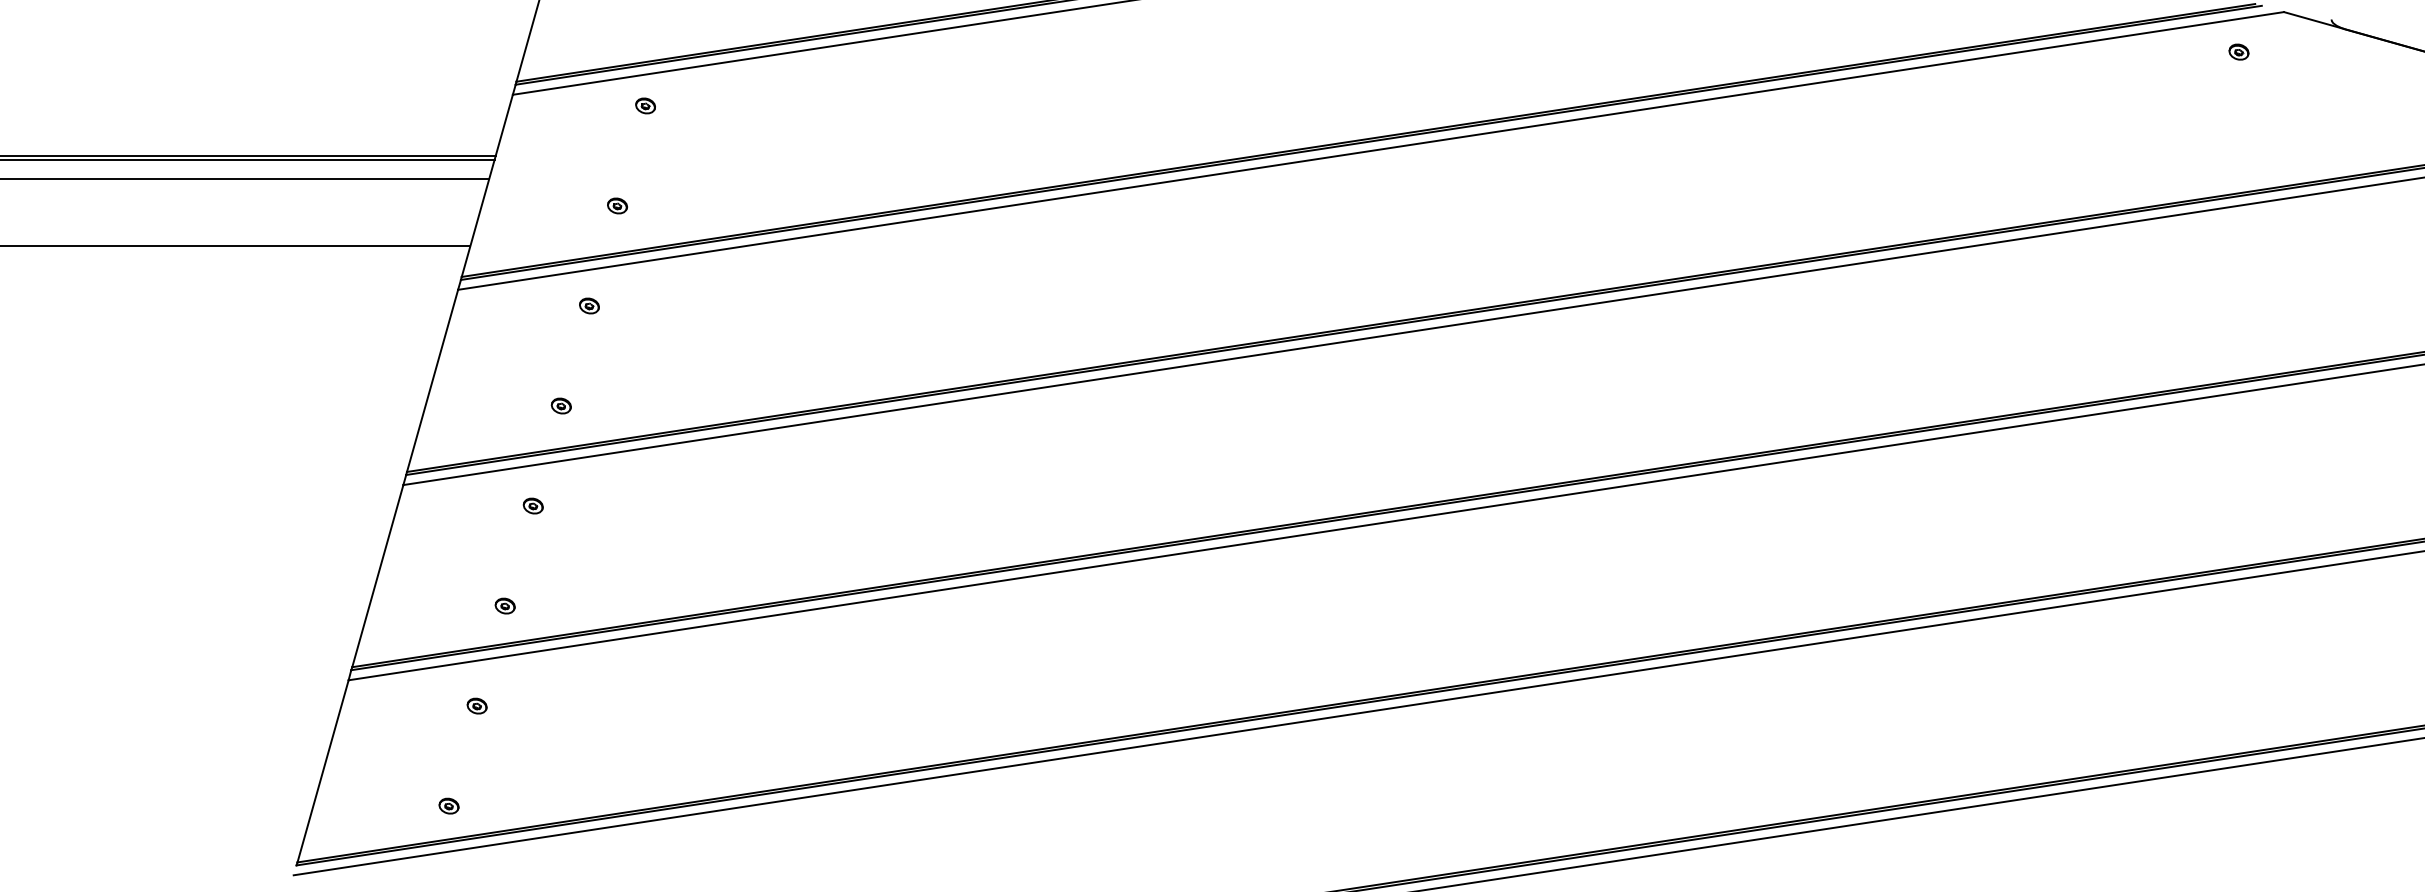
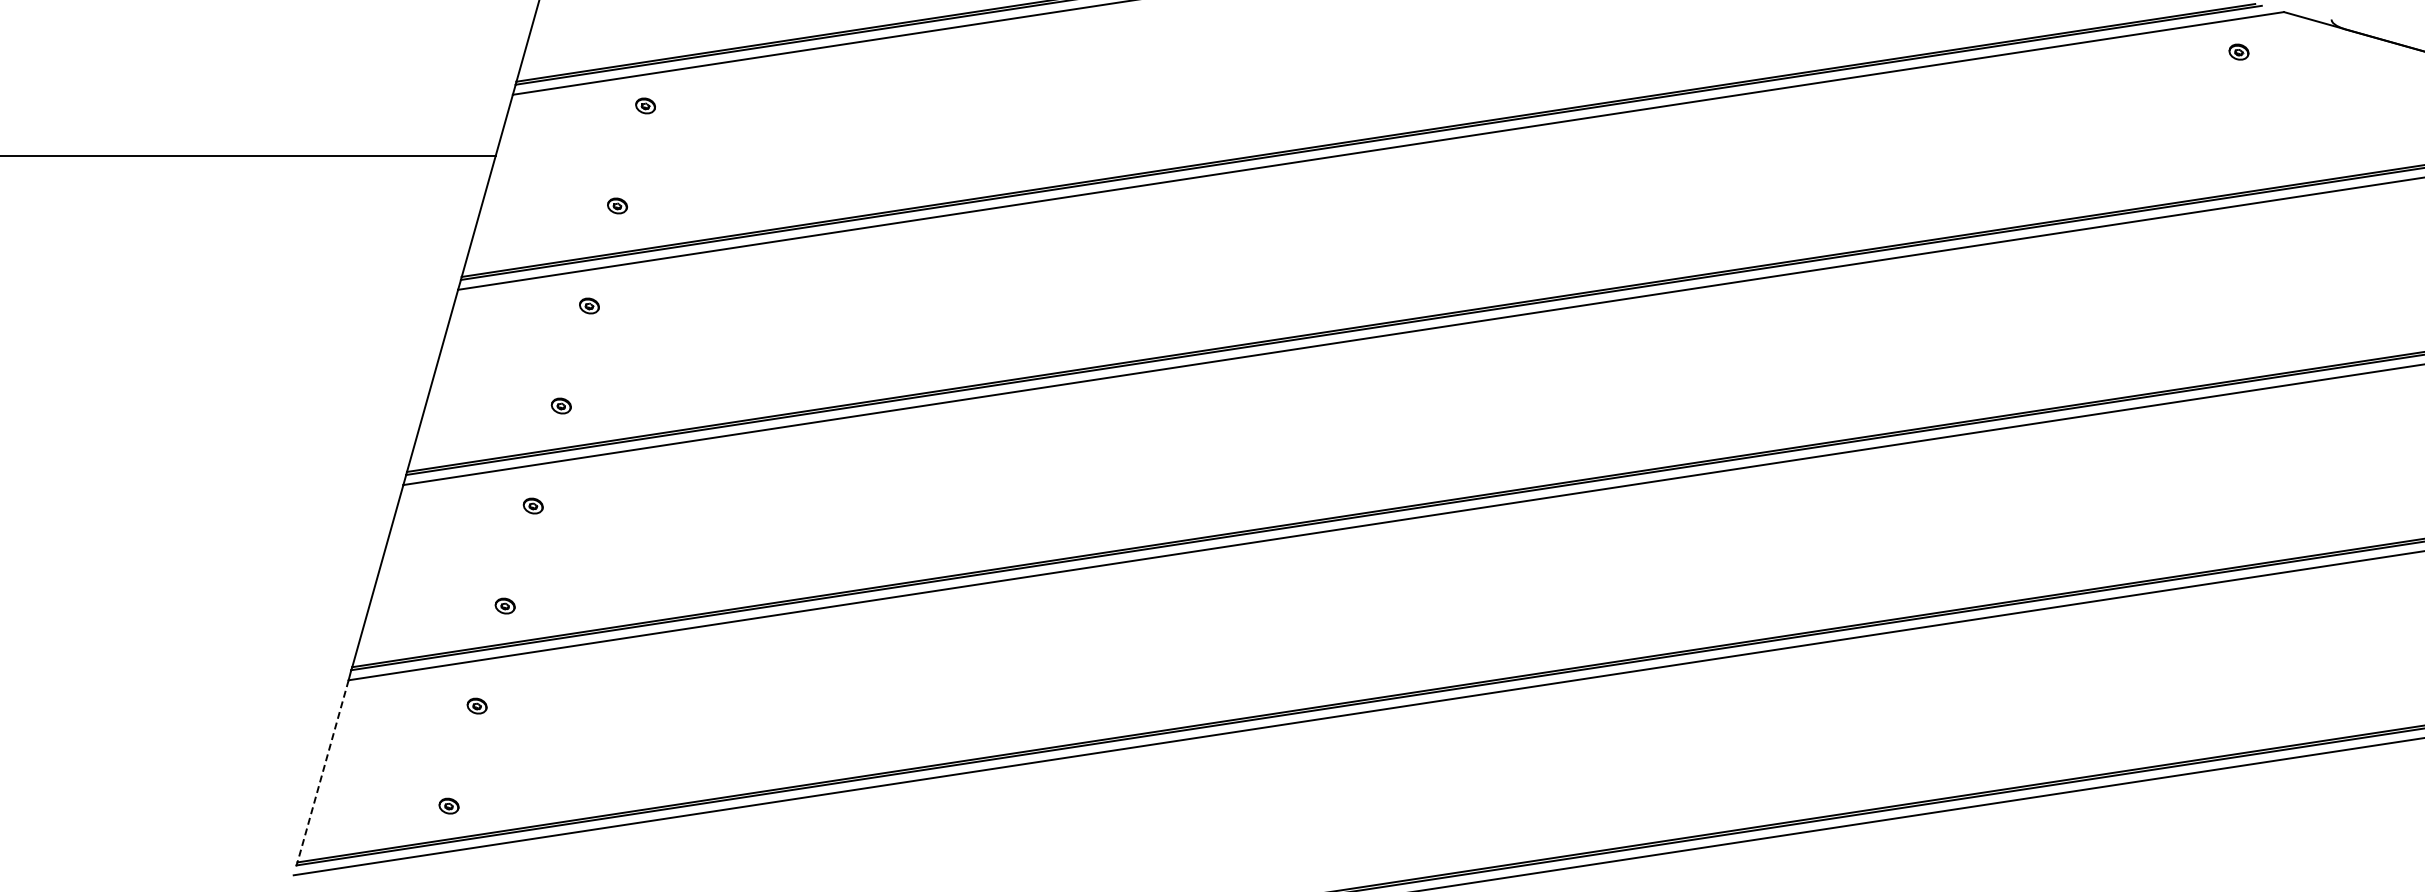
line at (248, 160): present -> none
line at (245, 178): present -> none
line at (236, 246): present -> none
line at (323, 771): solid -> dashed
